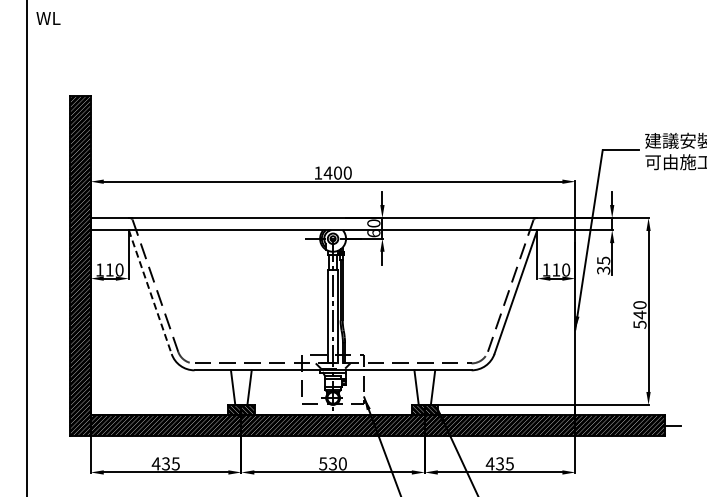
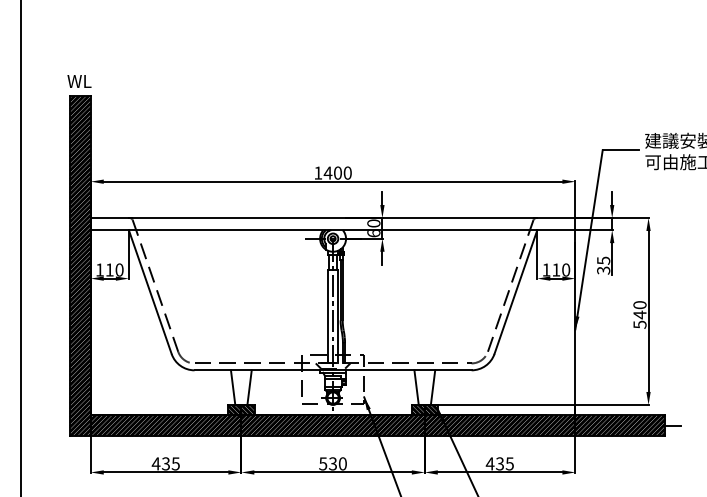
text at (48, 18) position: (48, 18) -> (79, 81)
line at (27, 247) position: (27, 247) -> (21, 247)
line at (150, 292): dashed -> solid
